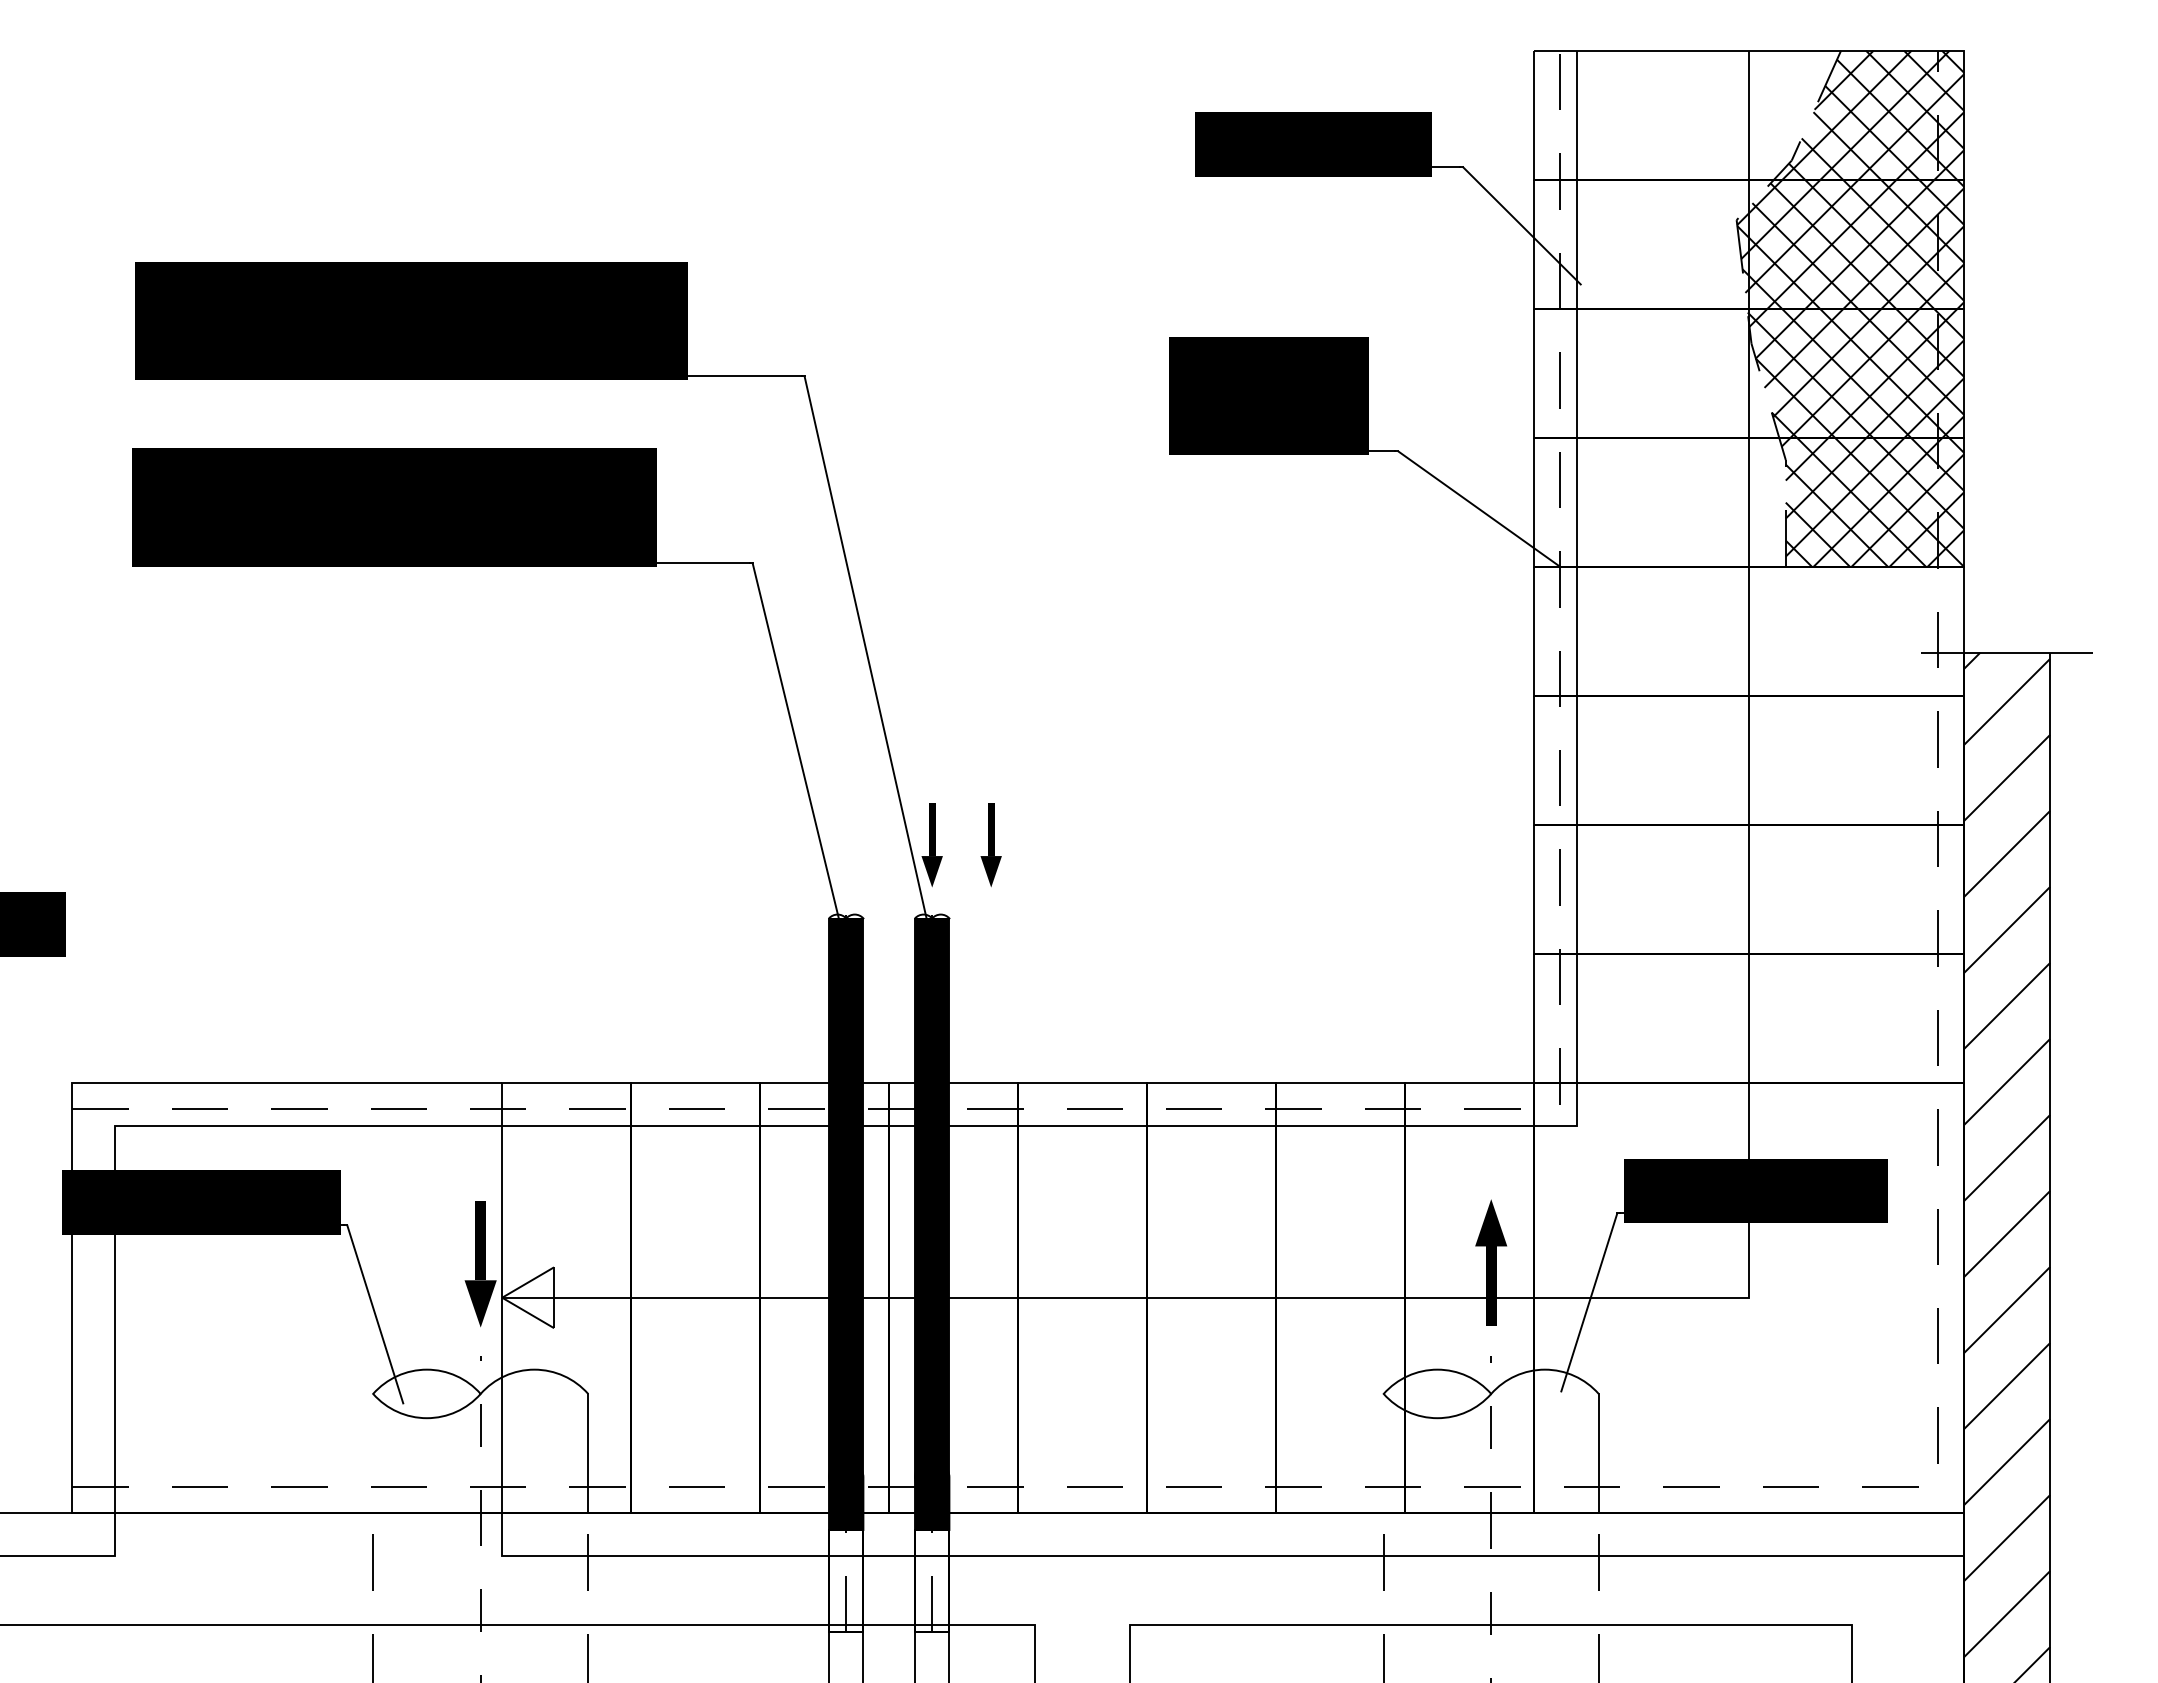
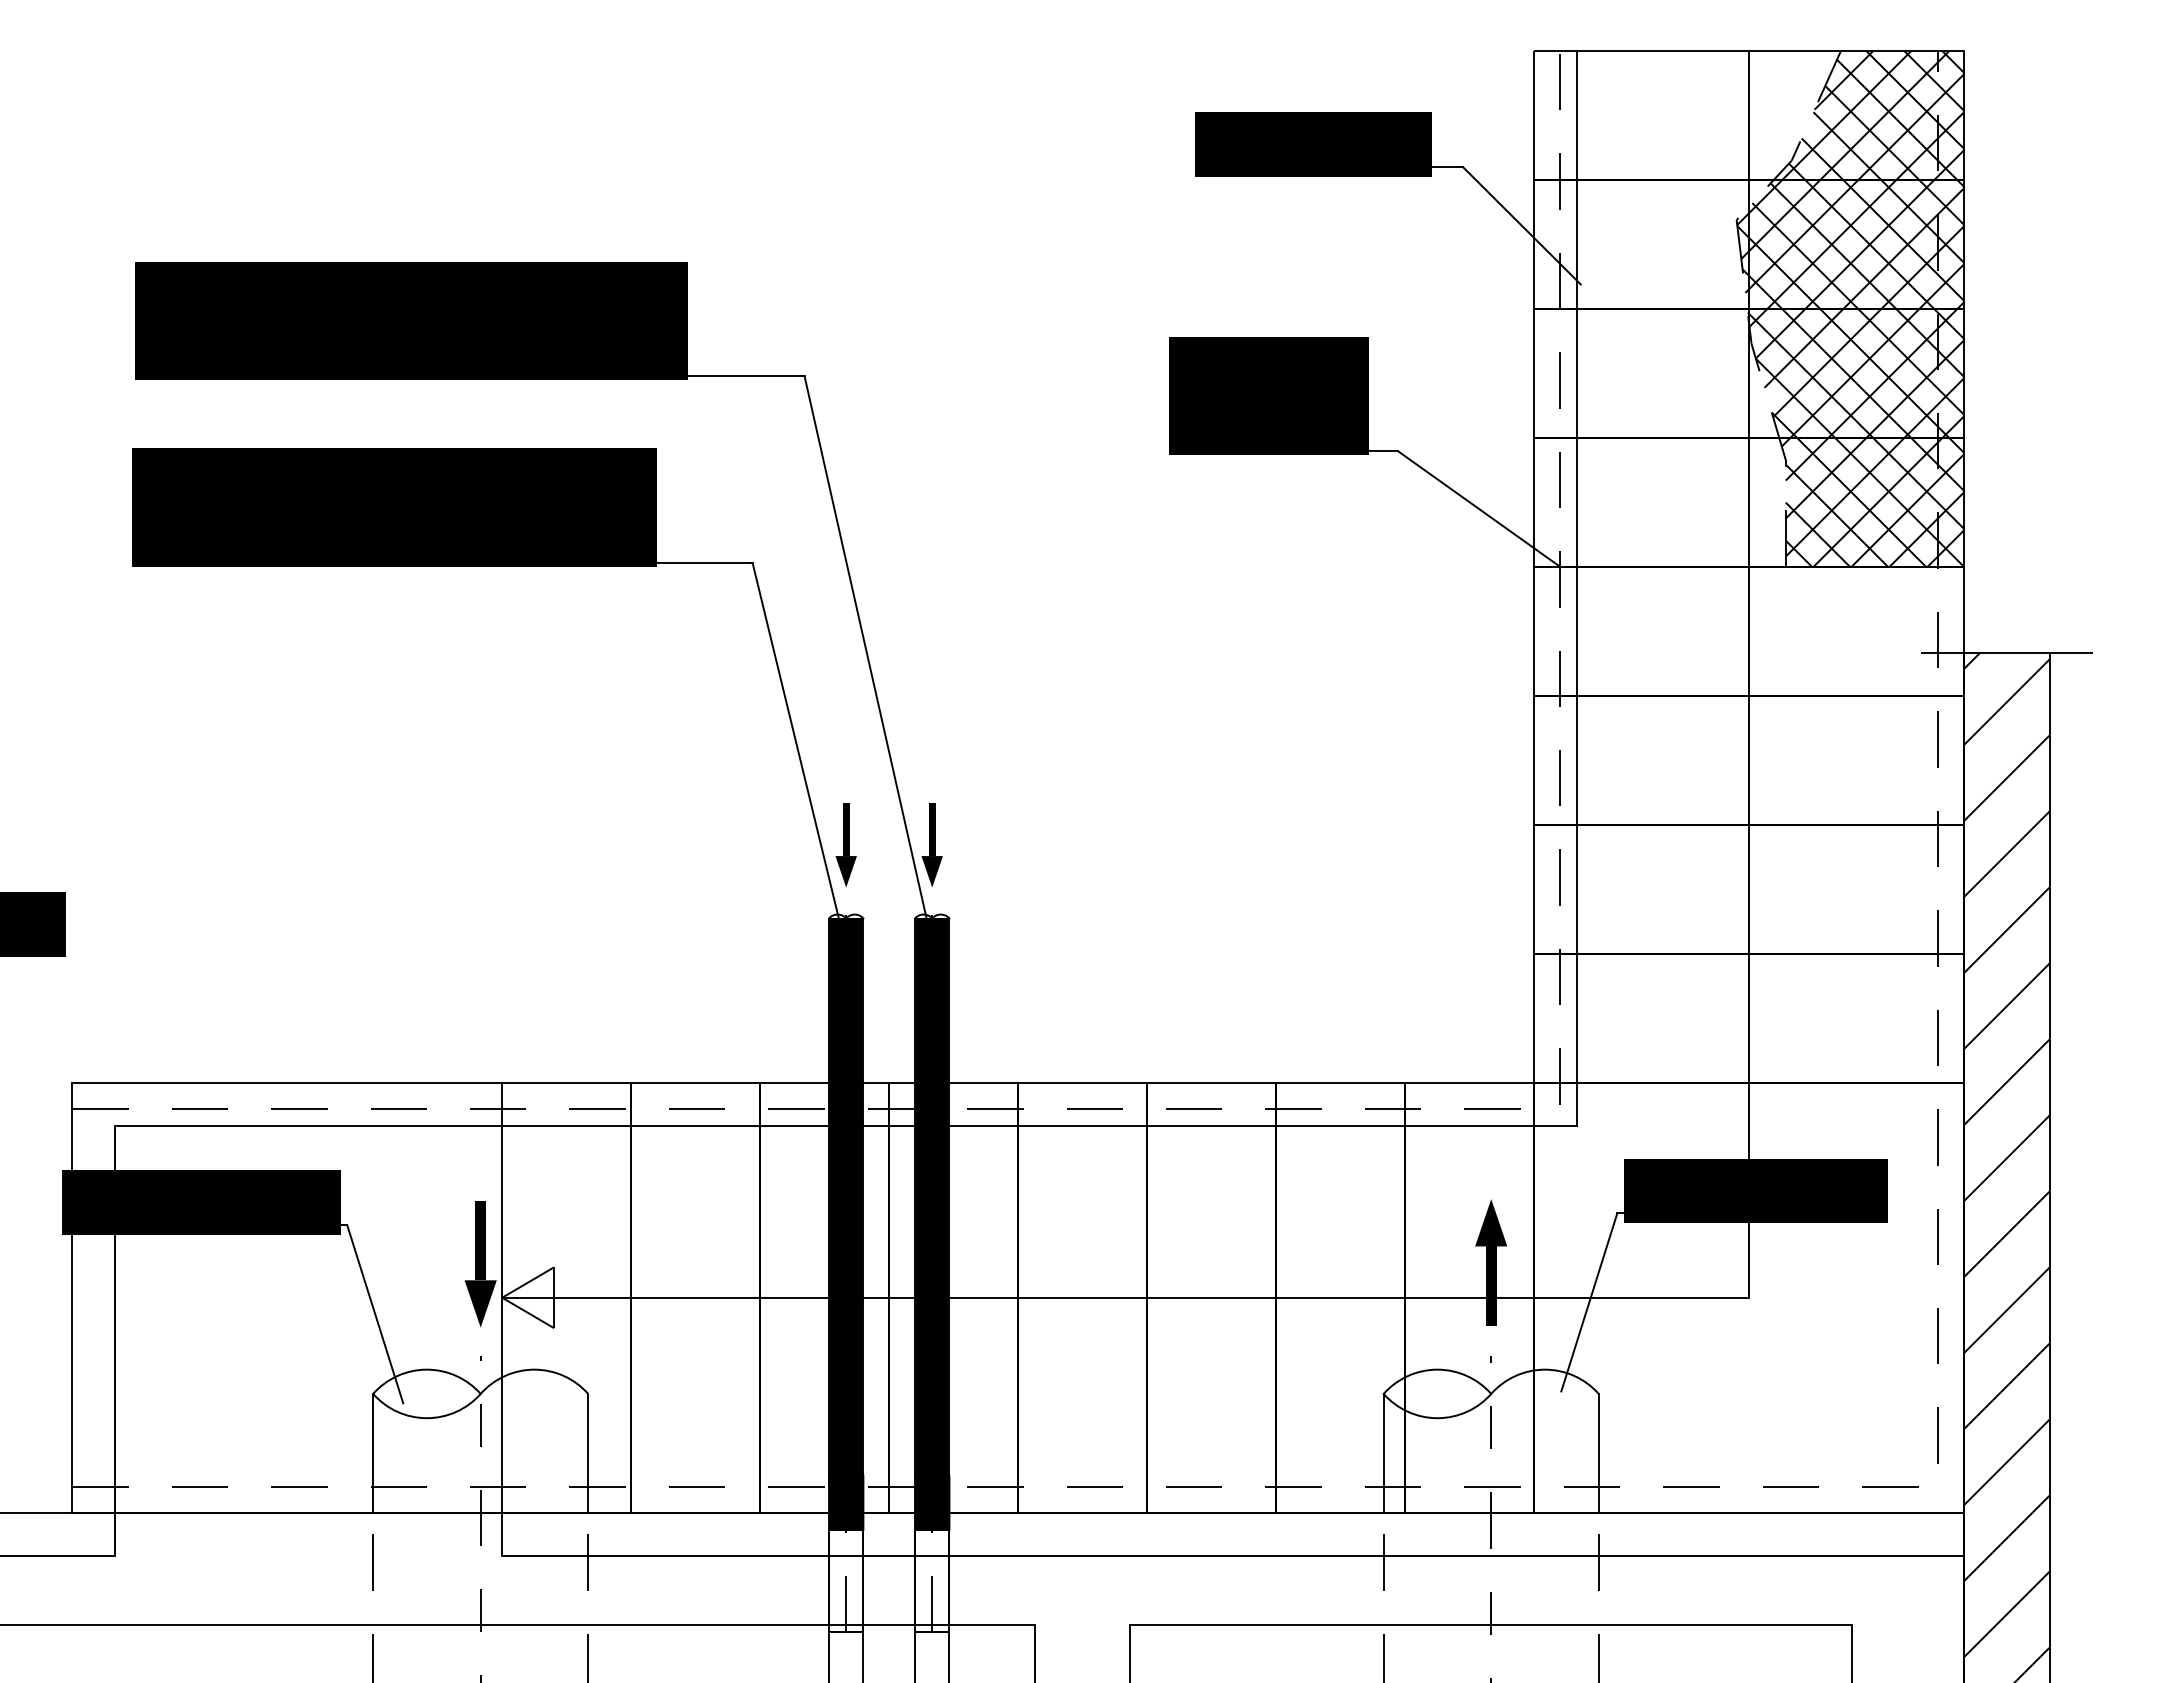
part at (990, 845) position: (990, 845) -> (845, 845)
line at (373, 1452): none -> present
line at (1383, 1452): none -> present
